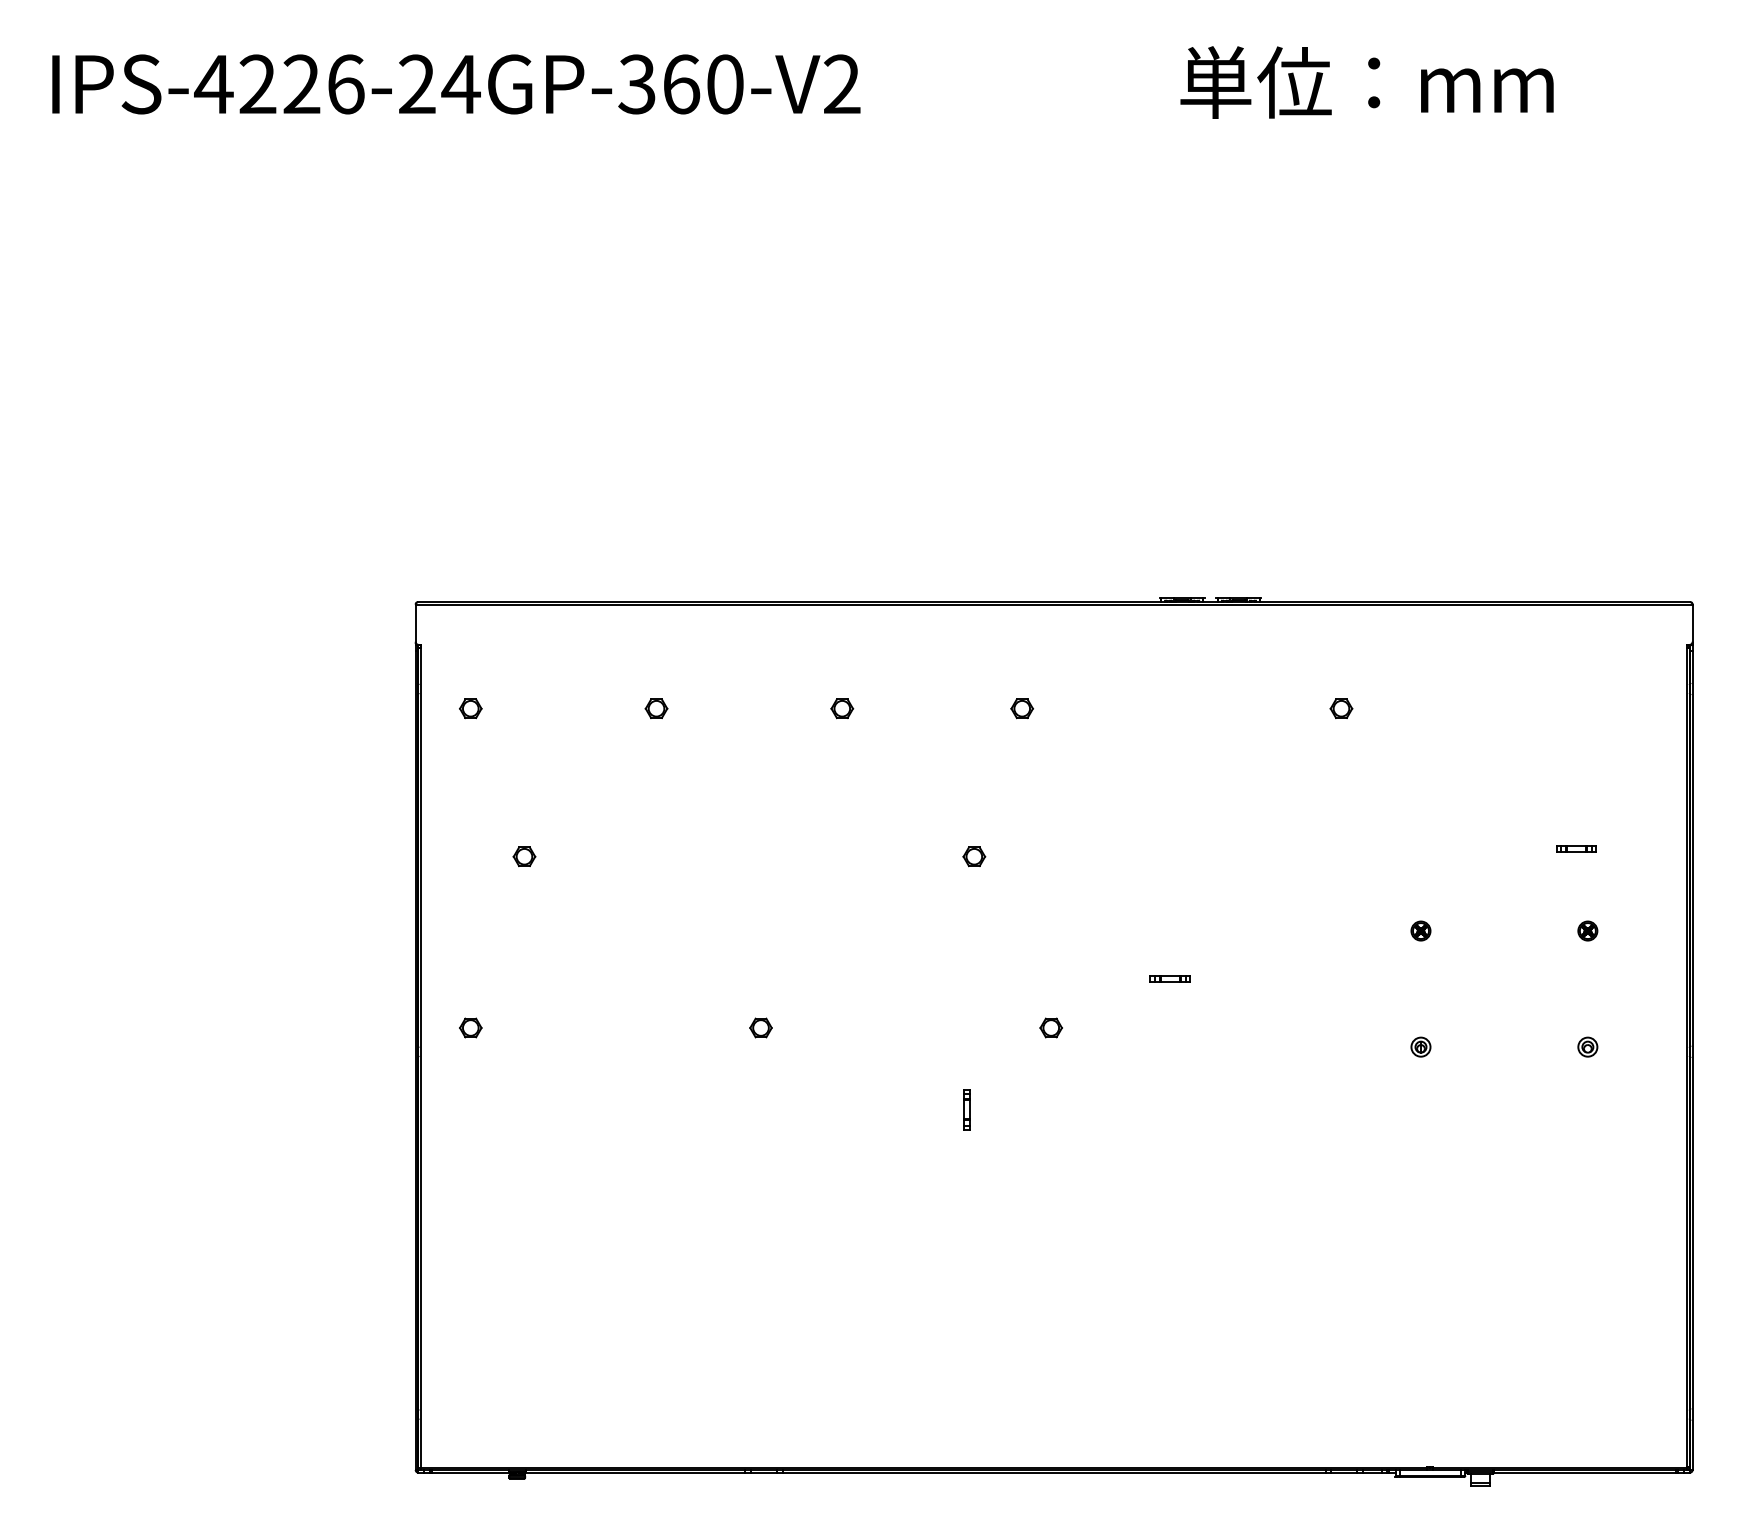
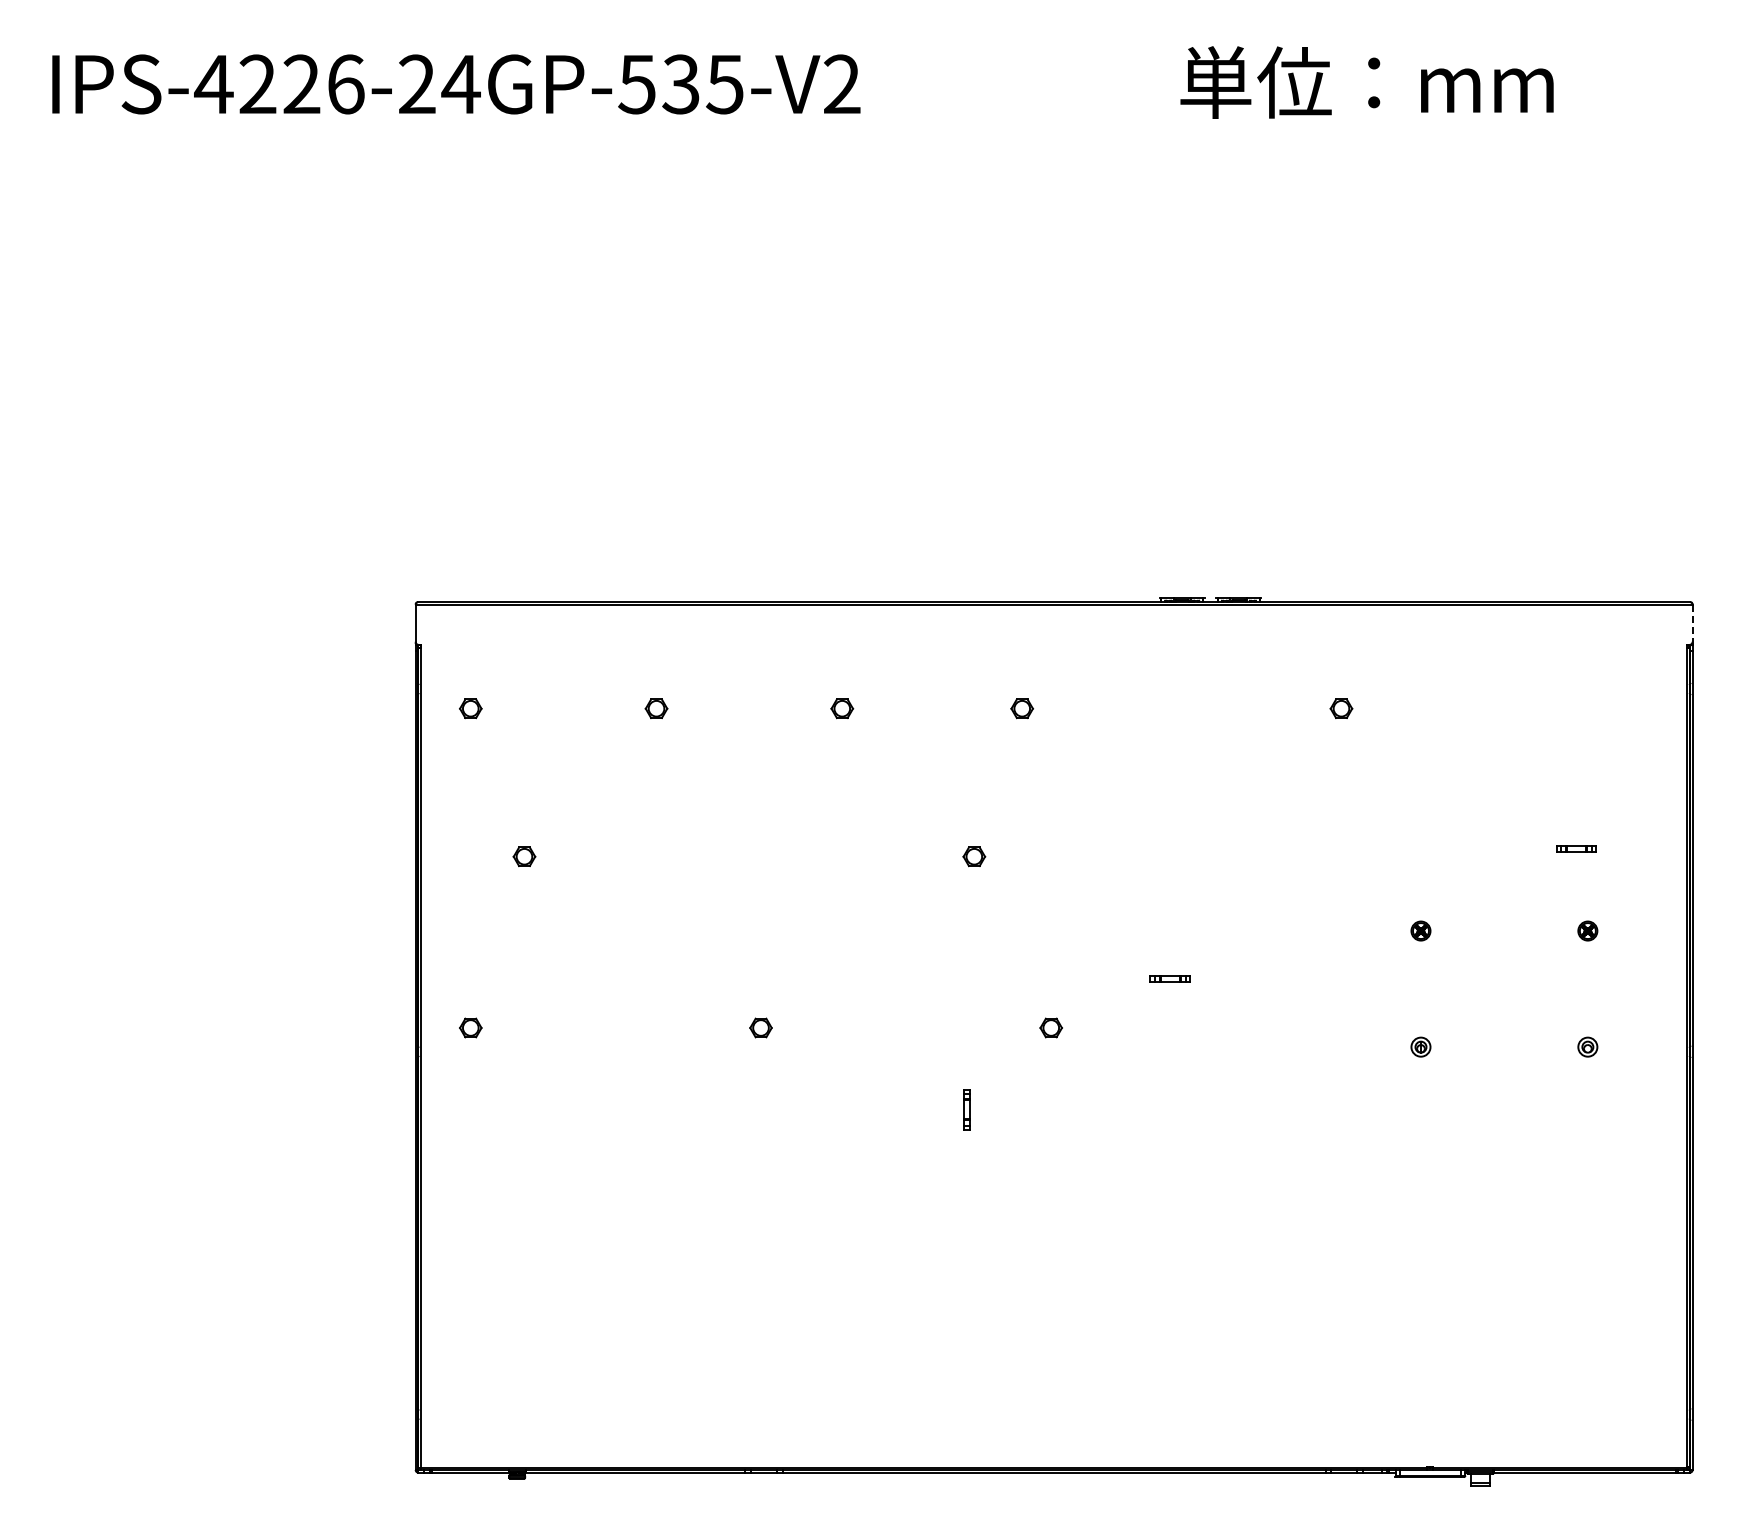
text at (680, 84): IPS-4226-24GP-360-V2 -> IPS-4226-24GP-535-V2
line at (1692, 623): solid -> dashed
